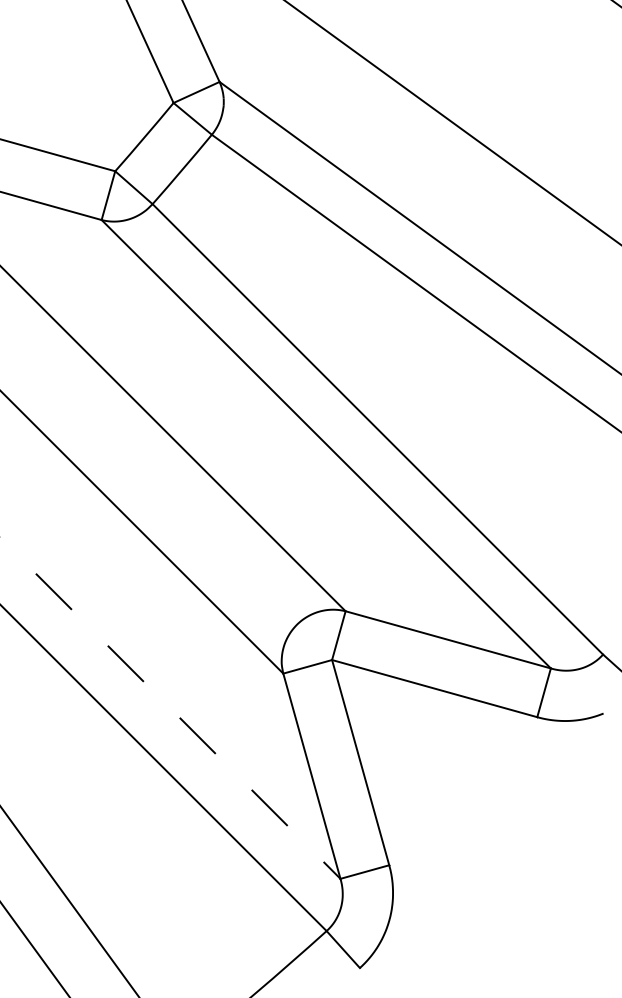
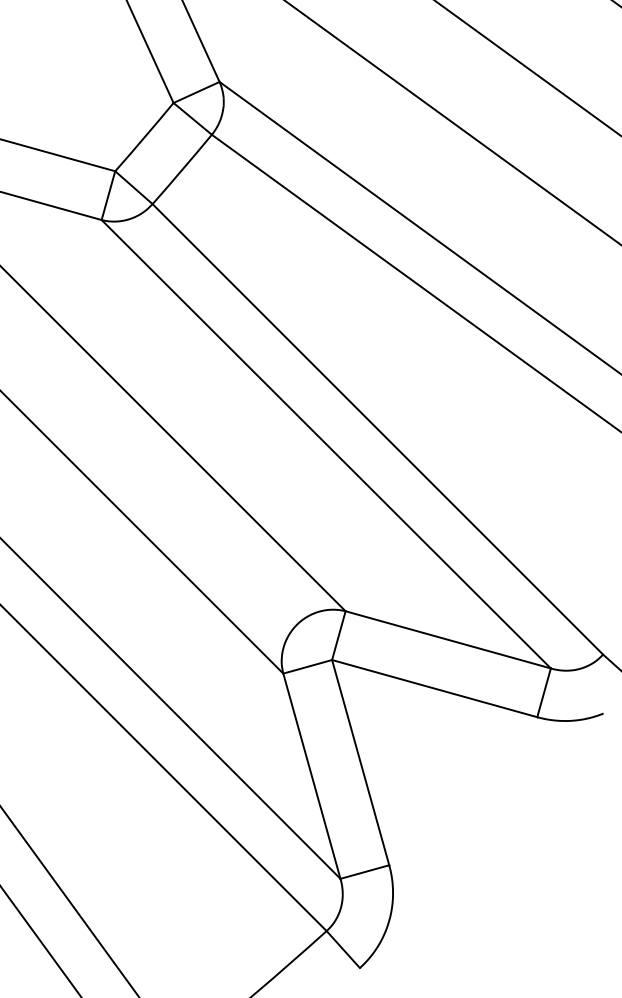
line at (527, 67): none -> present
line at (170, 708): dashed -> solid
line at (34, 949) position: (34, 949) -> (40, 941)
